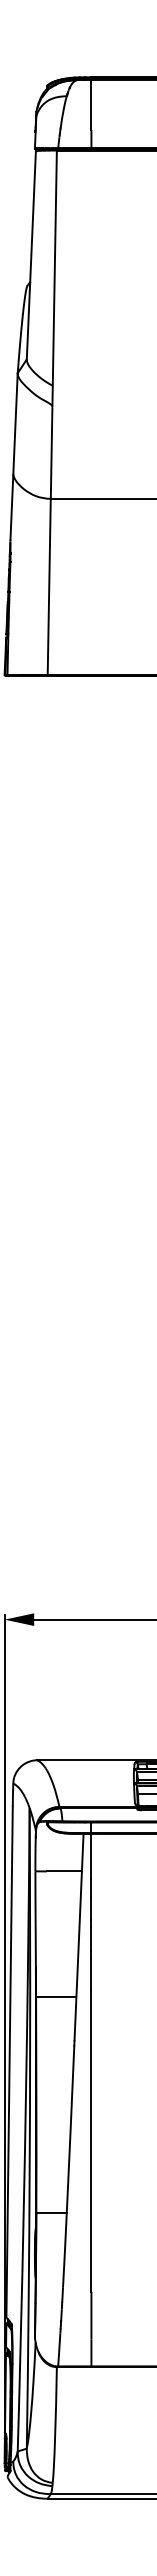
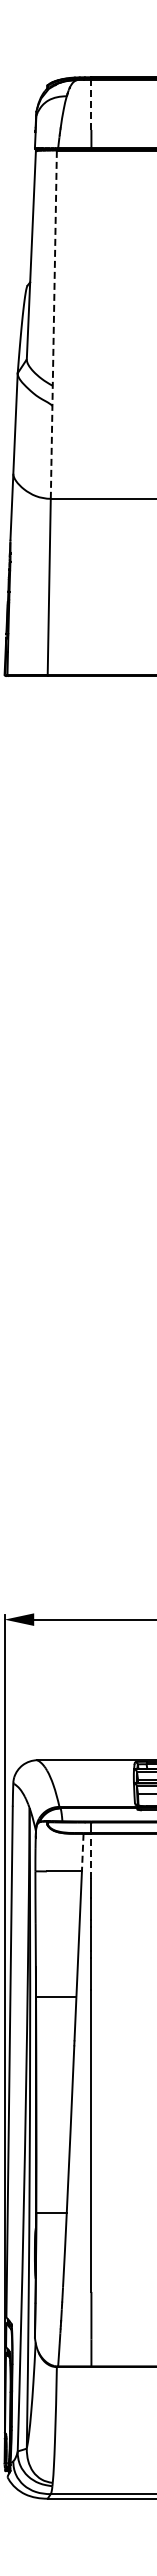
line at (91, 104): solid -> dashed
line at (53, 324): solid -> dashed
line at (82, 1852): solid -> dashed
line at (91, 1856): solid -> dashed
